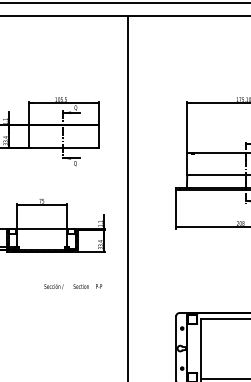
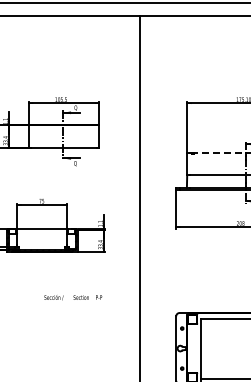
line at (221, 152): solid -> dashed
line at (127, 196) position: (127, 196) -> (139, 196)
text at (73, 286) position: (73, 286) -> (73, 297)
